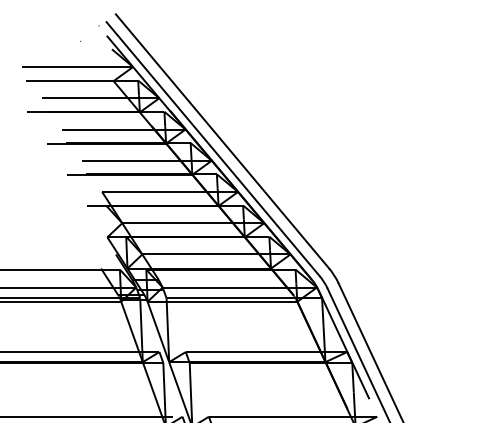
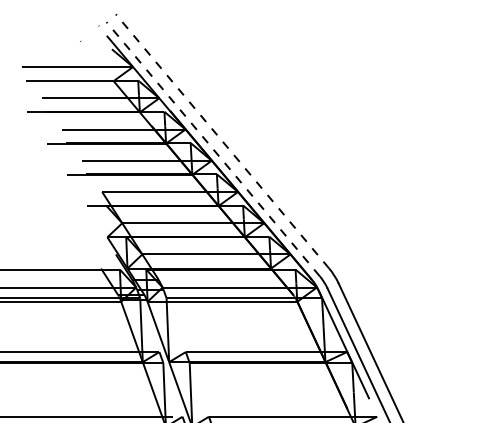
line at (222, 141): solid -> dashed
line at (213, 149): solid -> dashed
